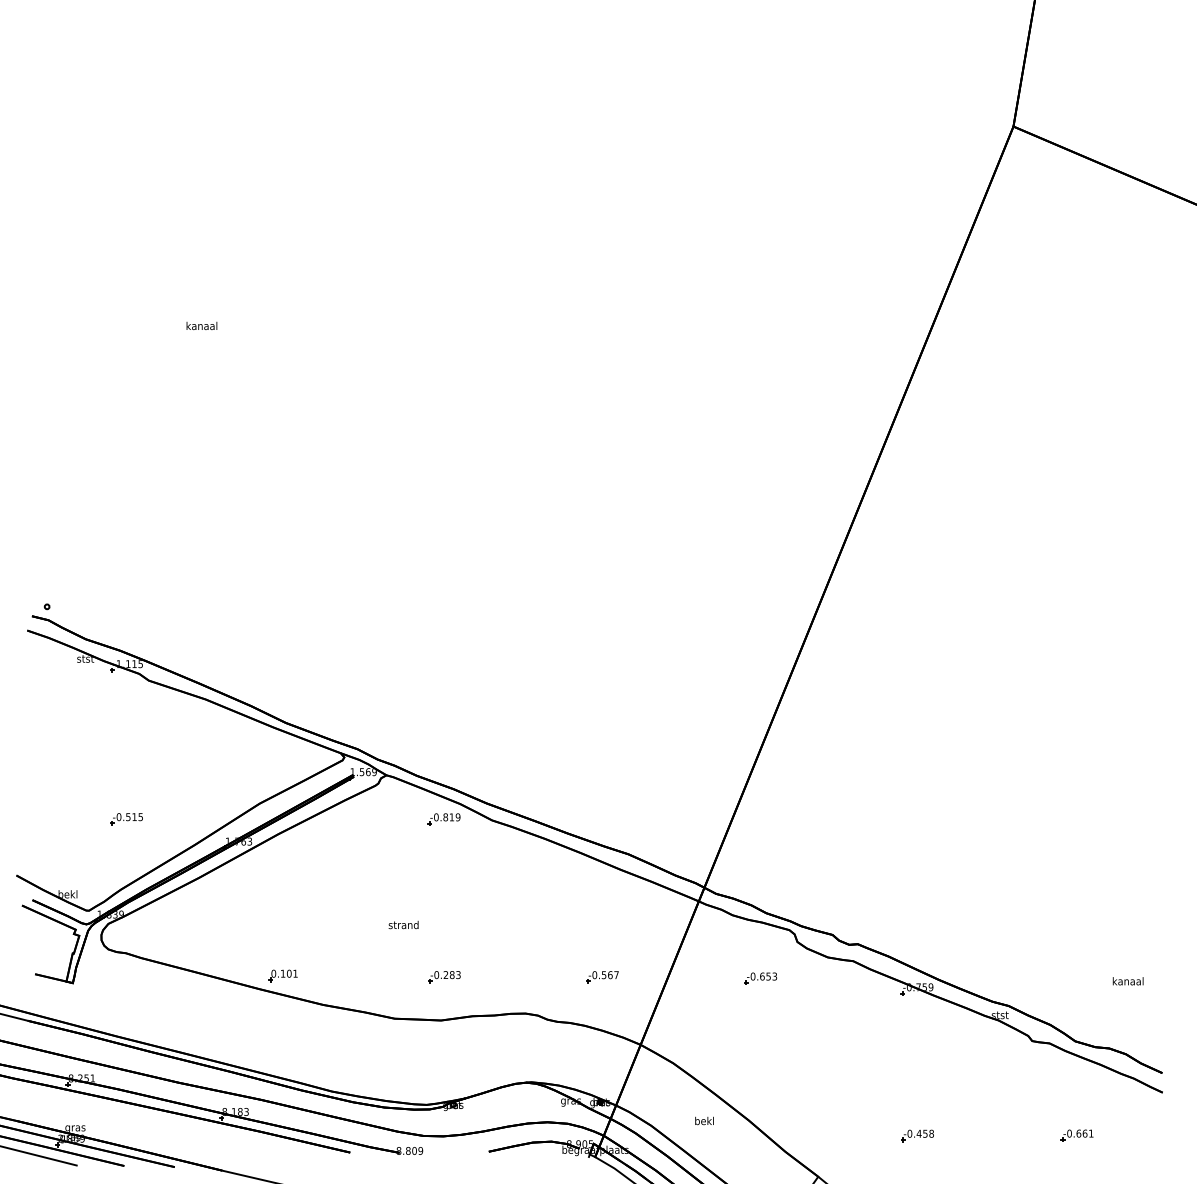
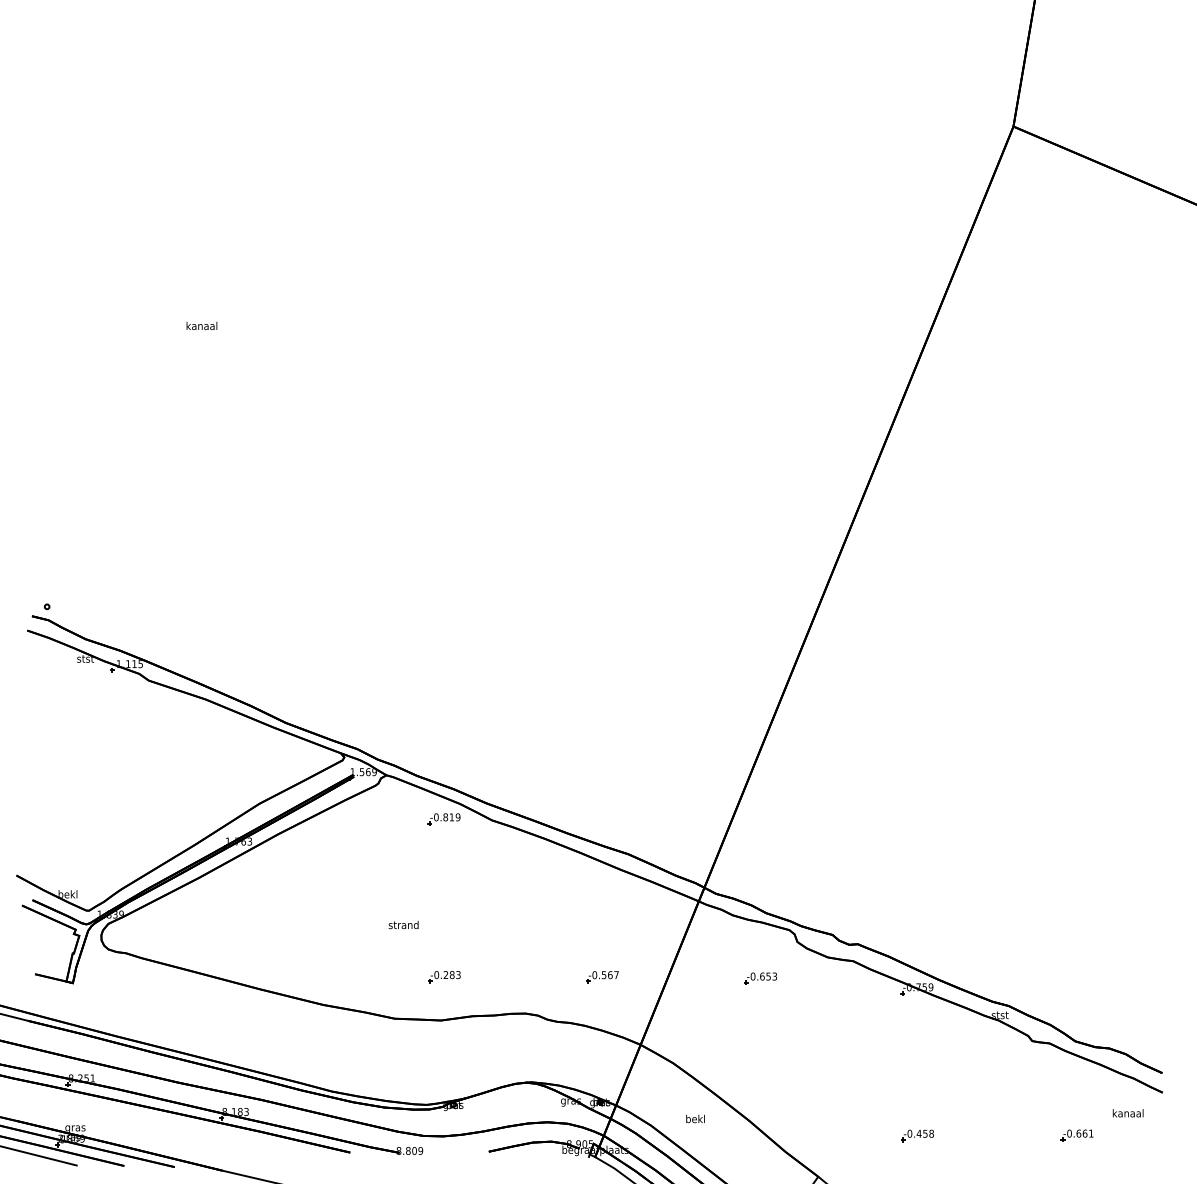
part at (126, 819): present -> none
part at (282, 975): present -> none
text at (1127, 981) position: (1127, 981) -> (1127, 1113)
text at (704, 1120) position: (704, 1120) -> (695, 1118)
